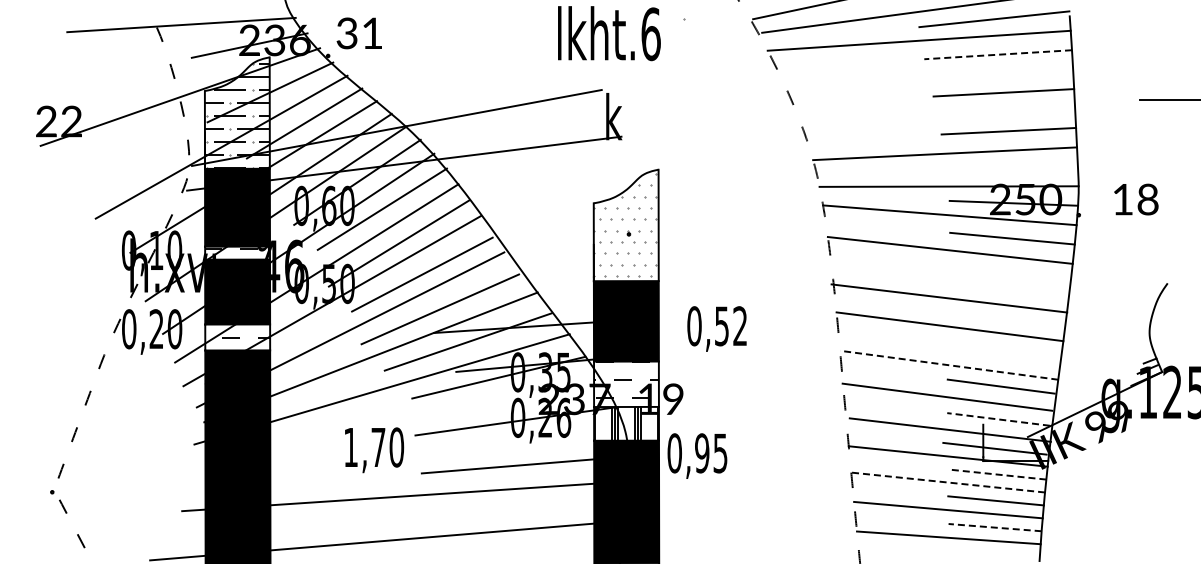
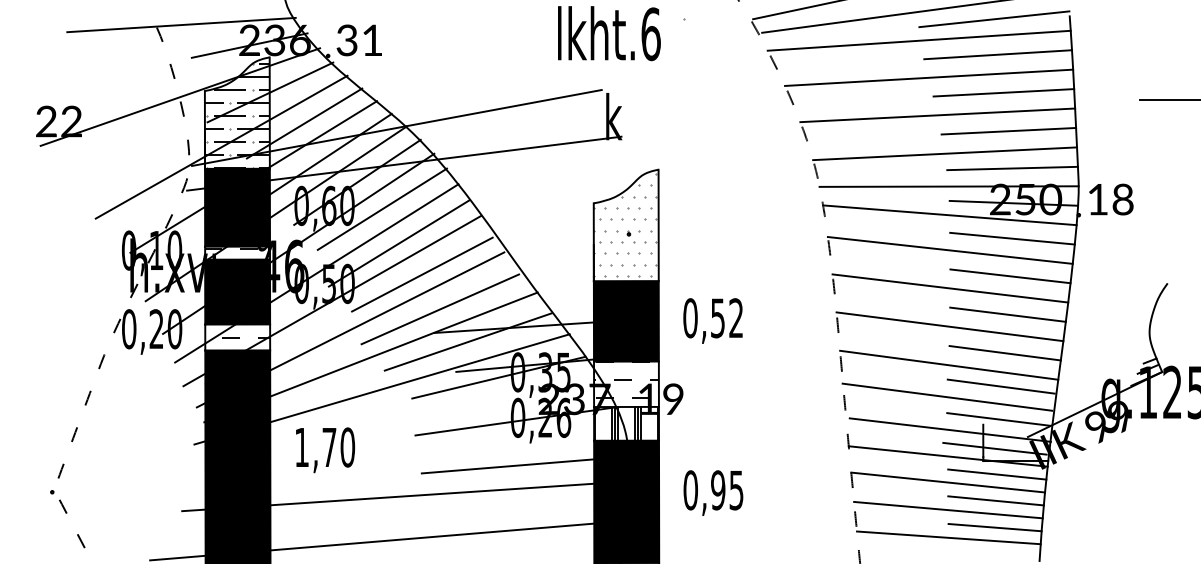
text at (358, 33) position: (358, 33) -> (358, 40)
line at (998, 54): dashed -> solid
line at (929, 77): none -> present
line at (937, 115): none -> present
line at (1012, 168): none -> present
text at (1136, 199) position: (1136, 199) -> (1111, 199)
line at (1010, 276): none -> present
line at (949, 298) position: (949, 298) -> (950, 288)
line at (1007, 314): none -> present
text at (716, 328) position: (716, 328) -> (712, 320)
line at (1004, 353): none -> present
line at (948, 365): dashed -> solid
line at (998, 419): dashed -> solid
text at (374, 450) position: (374, 450) -> (325, 450)
text at (697, 455) position: (697, 455) -> (713, 492)
line at (996, 474): dashed -> solid
line at (947, 482): dashed -> solid
line at (995, 527): dashed -> solid
